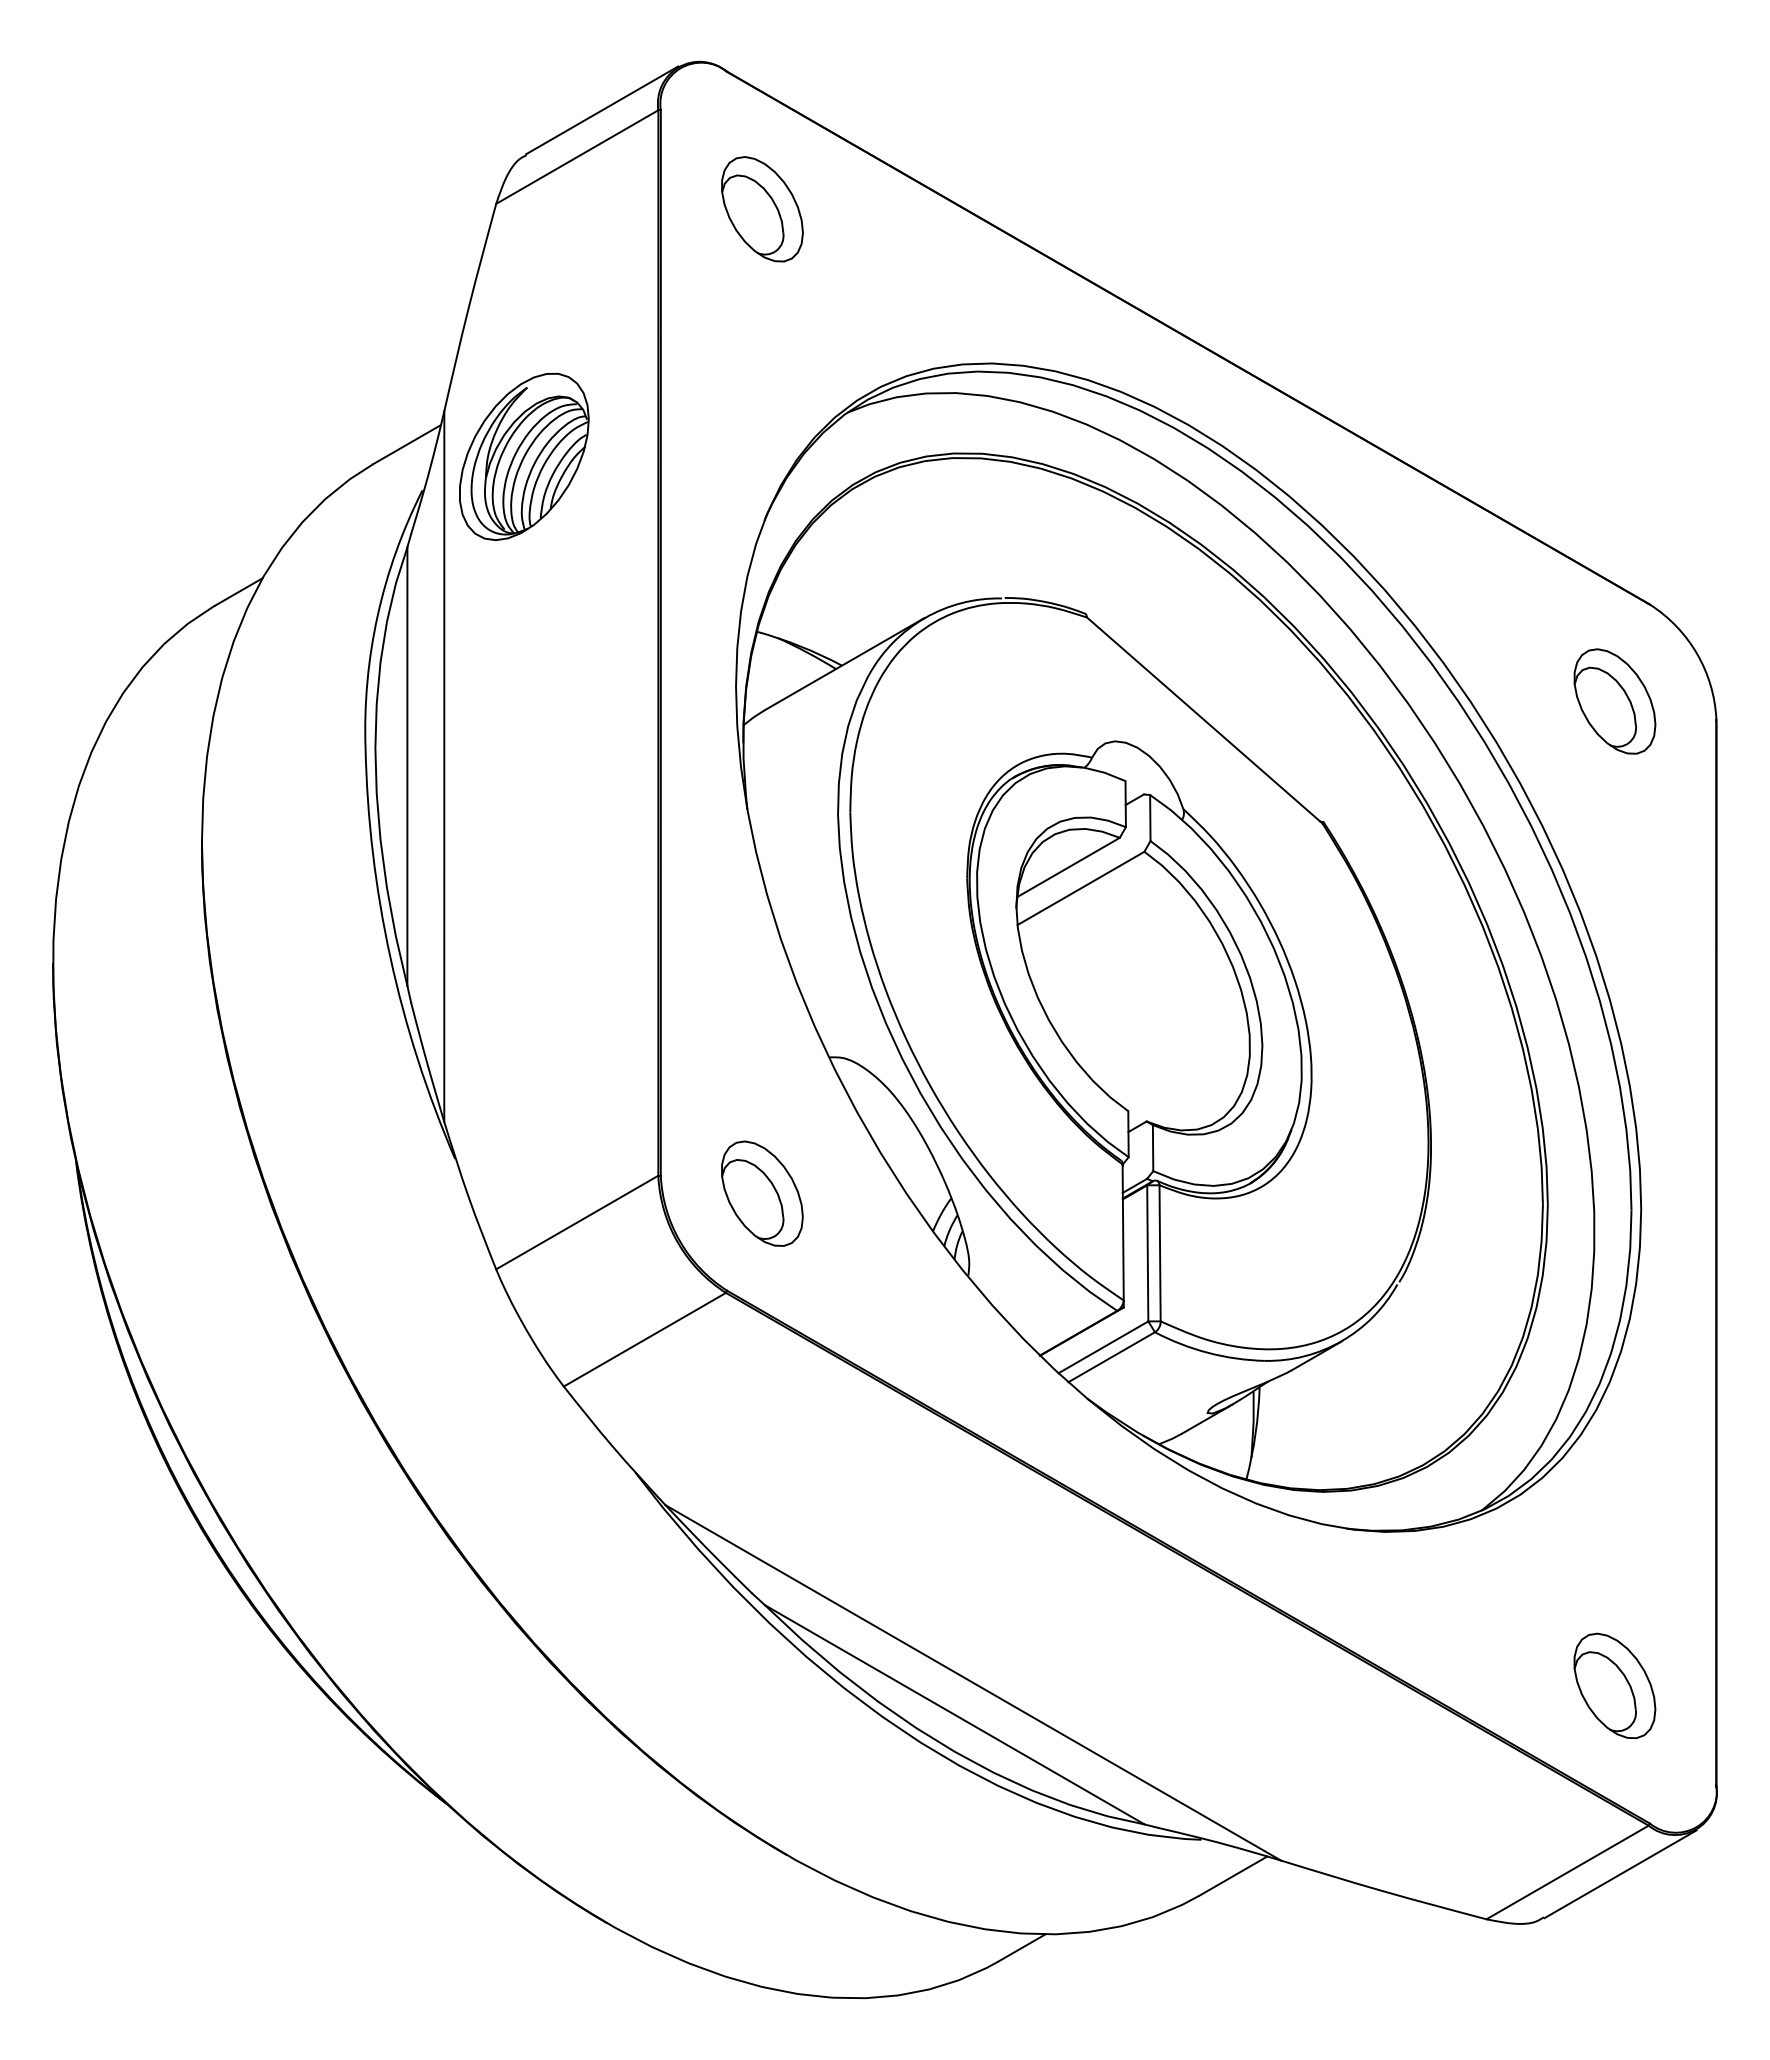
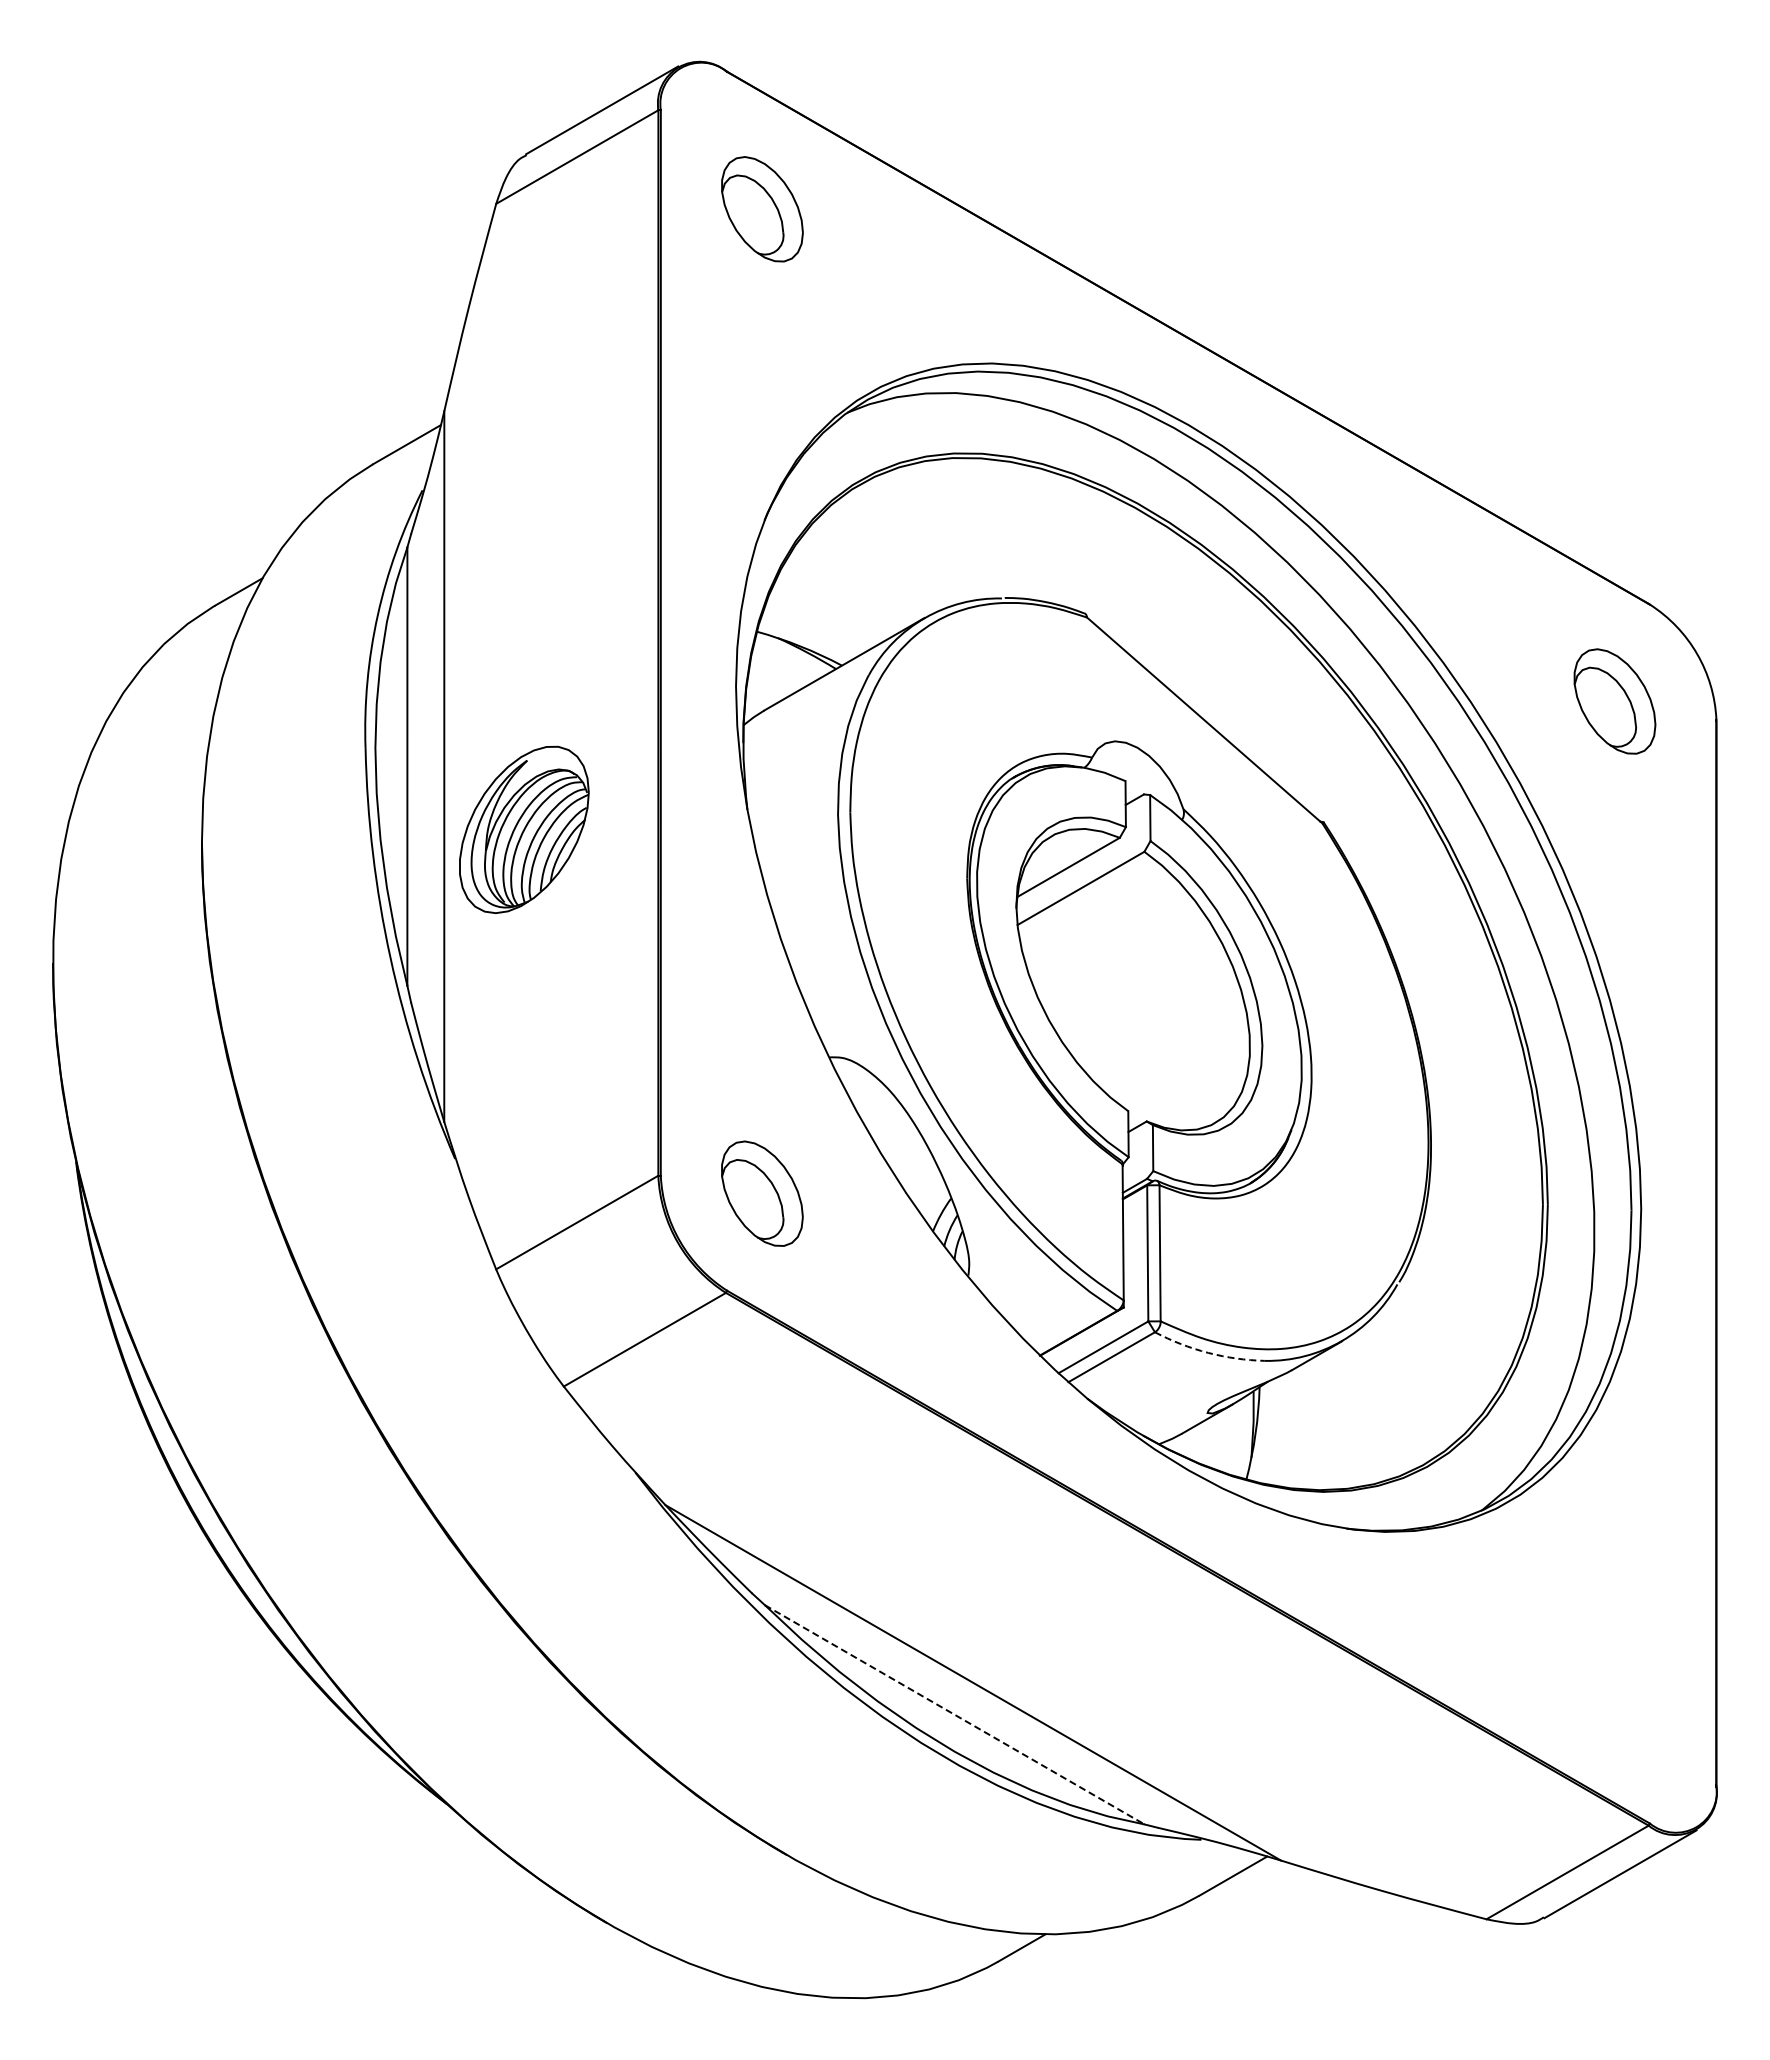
part at (524, 456) position: (524, 456) -> (524, 829)
arc at (1208, 1352): solid -> dashed
part at (1614, 1685): present -> none
line at (955, 1715): solid -> dashed
